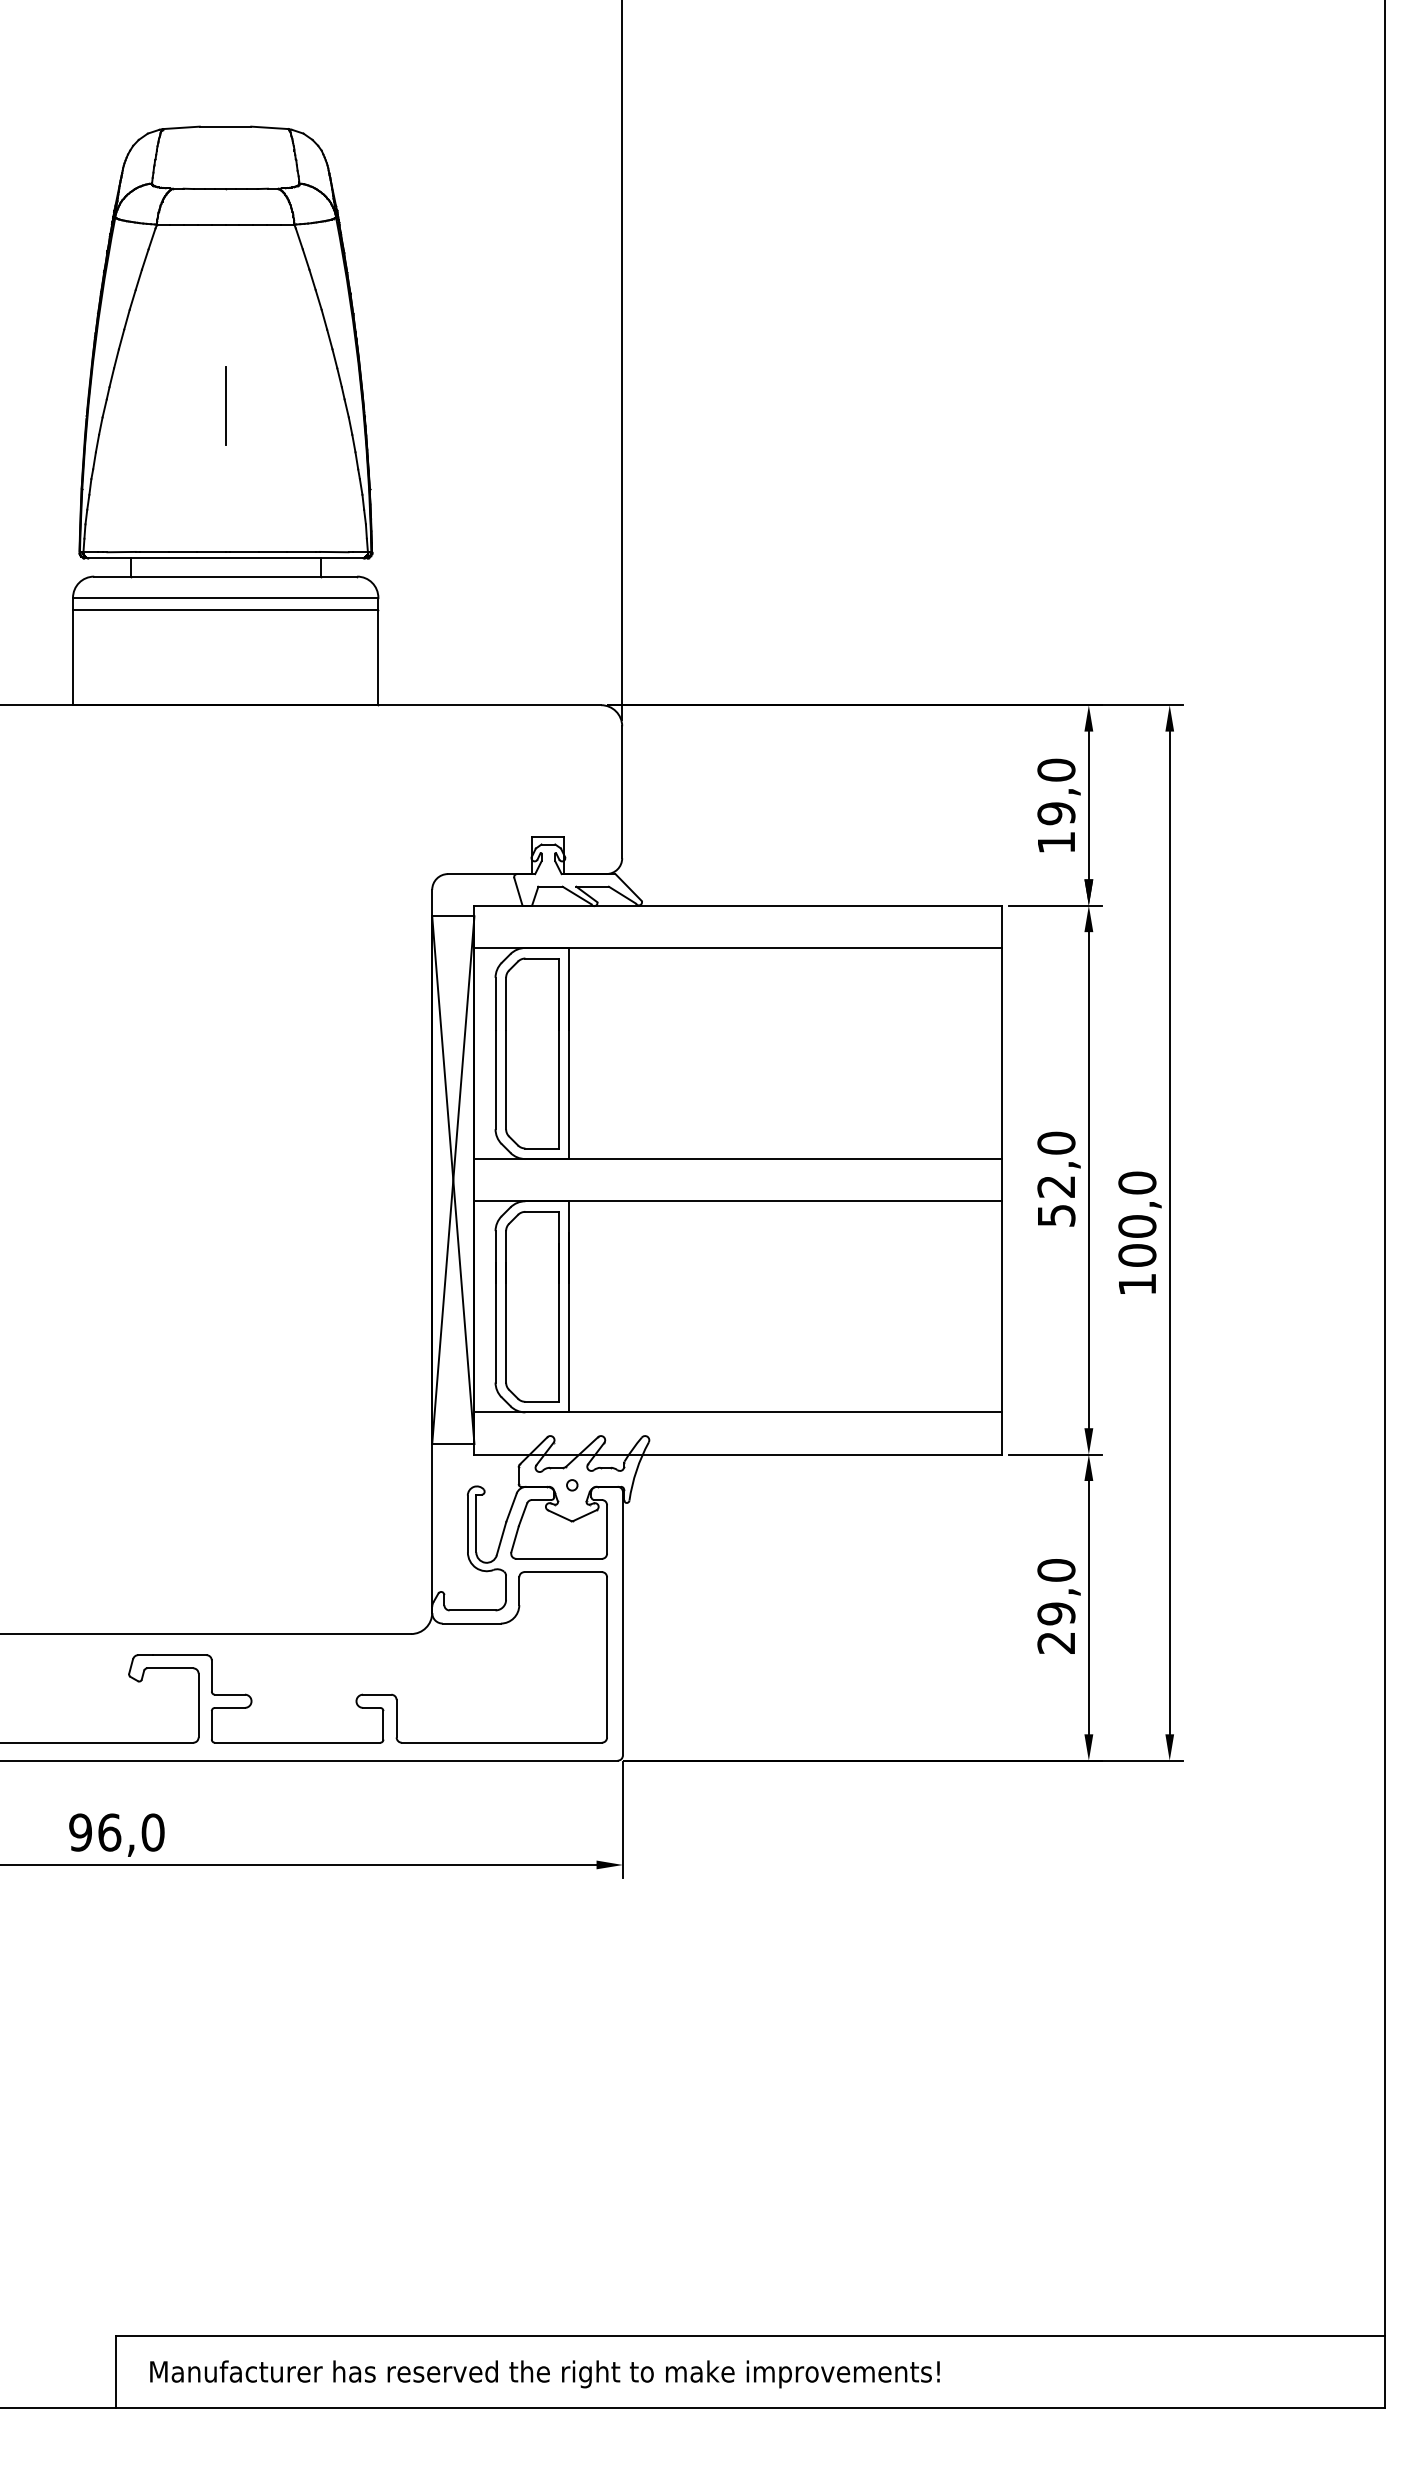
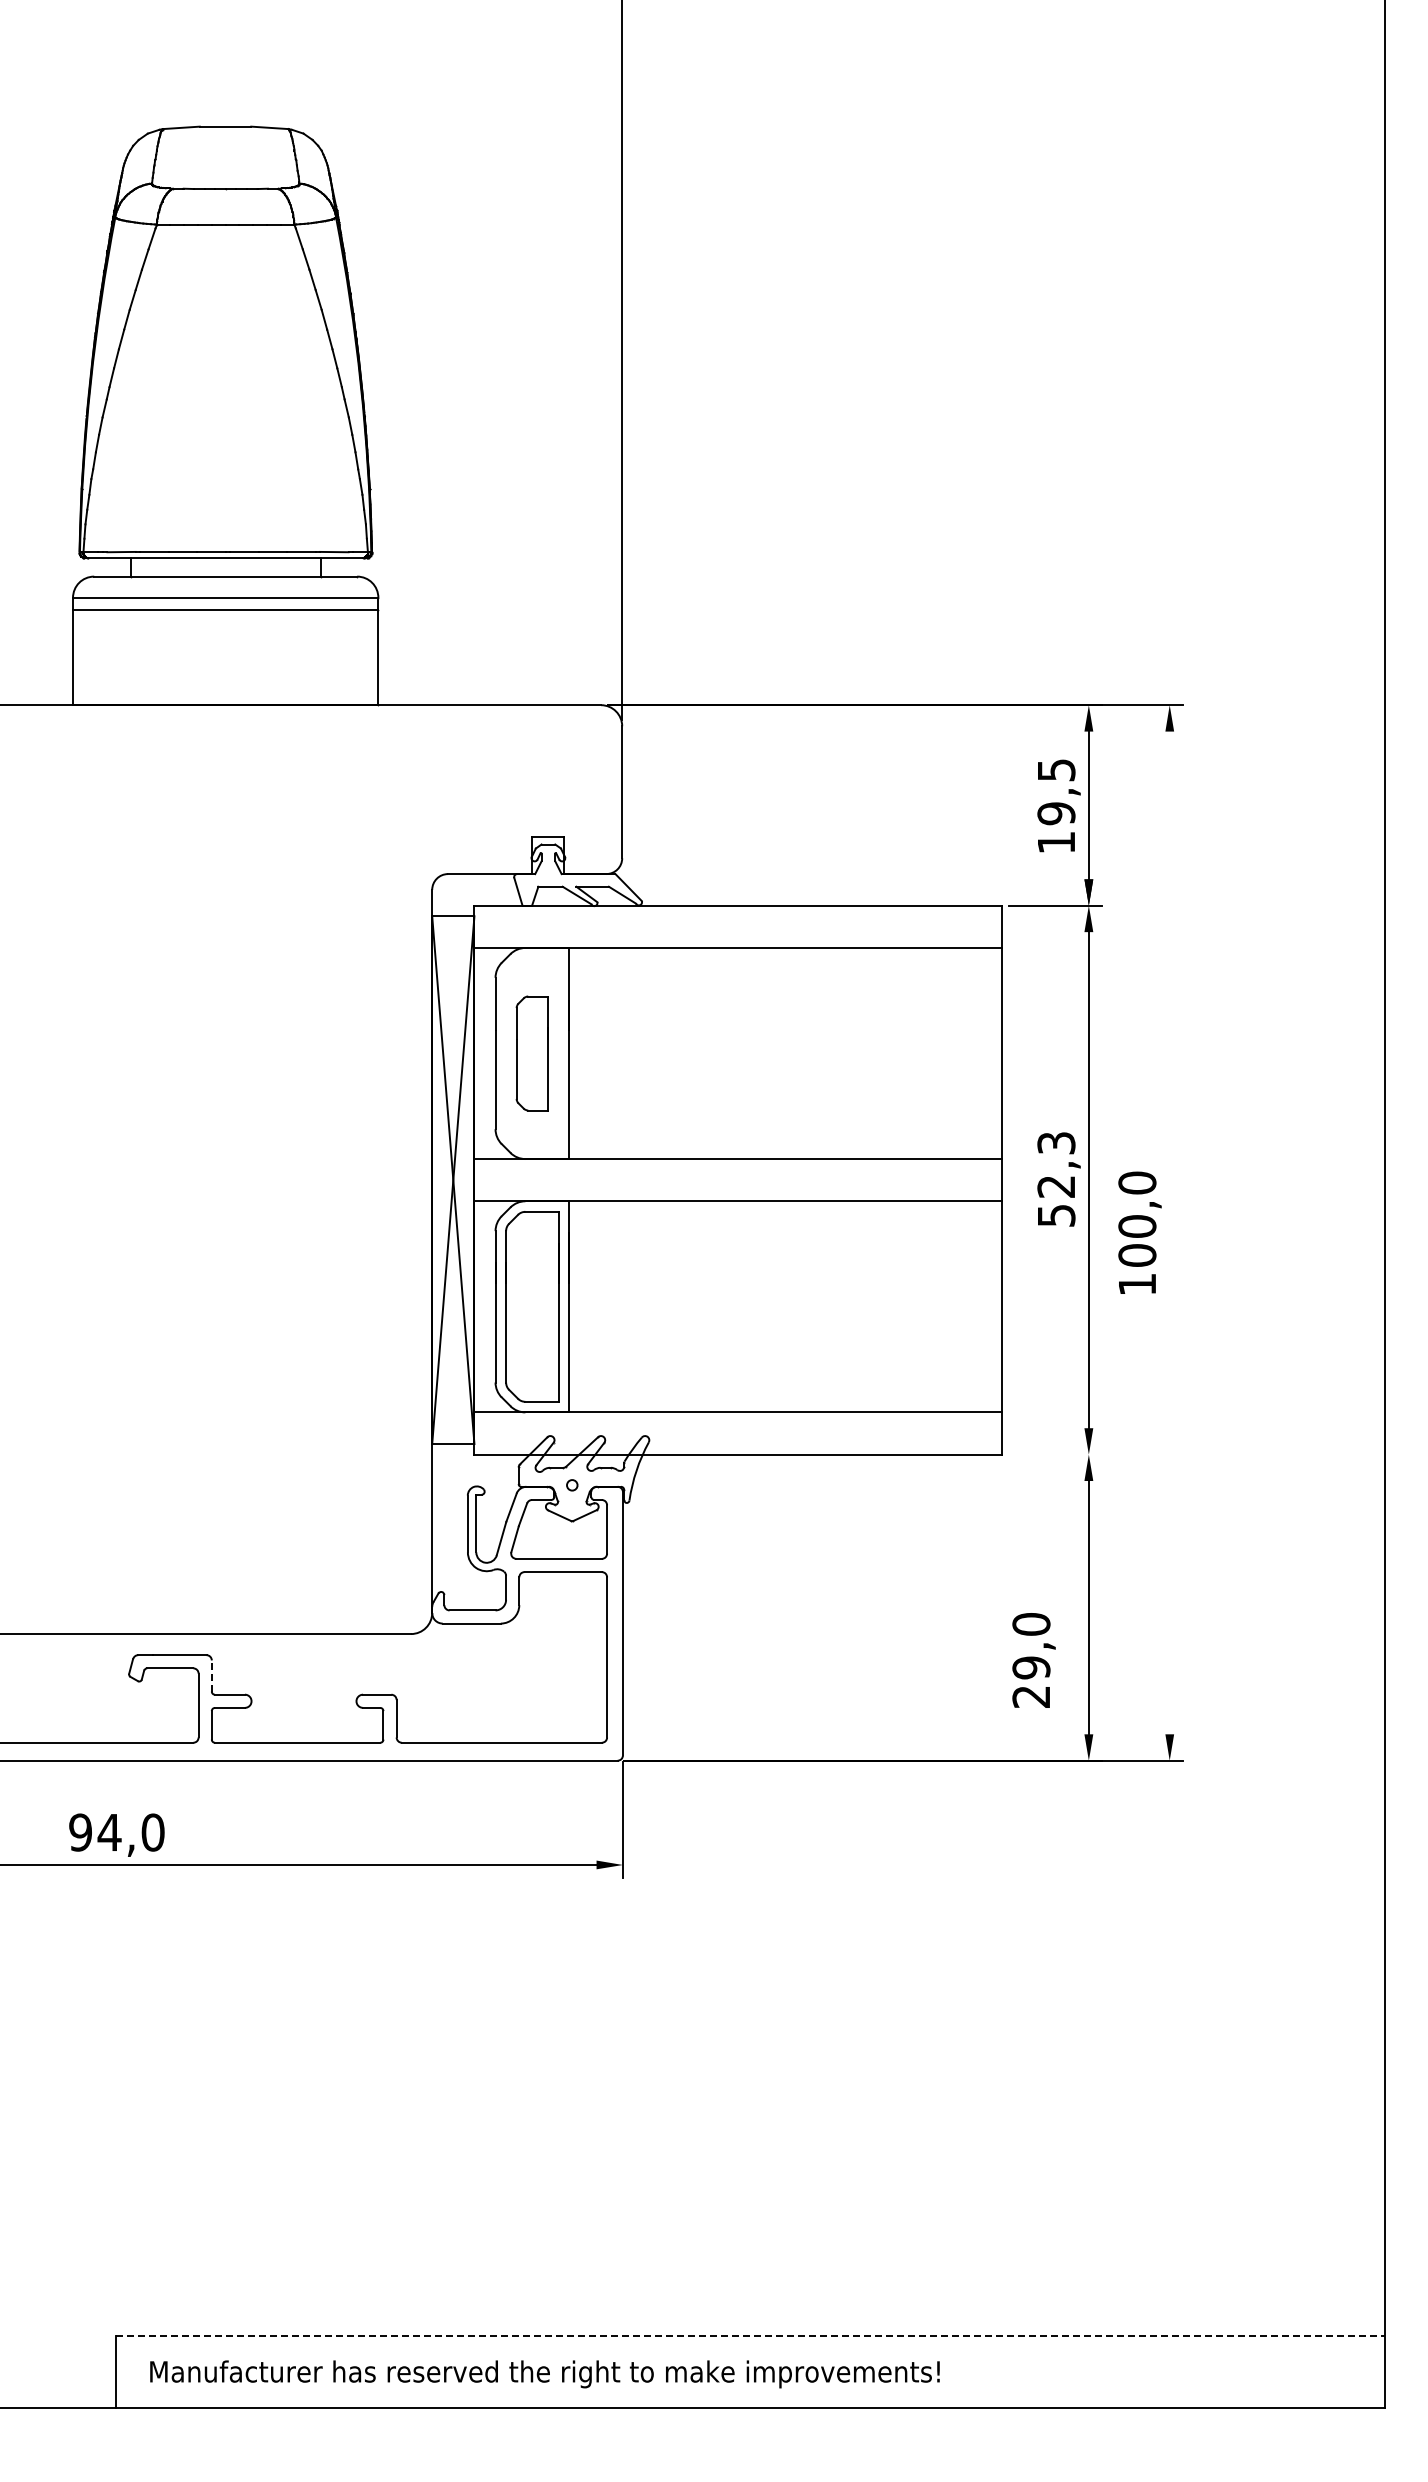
line at (225, 406): present -> none
text at (1056, 769): 19,0 -> 19,5
part at (532, 1053) size: 55x193 px -> 34x117 px
text at (1056, 1142): 52,0 -> 52,3
line at (1169, 1232): present -> none
line at (1055, 1454): present -> none
text at (1058, 1606) position: (1058, 1606) -> (1033, 1660)
line at (211, 1676): solid -> dashed
text at (109, 1832): 96,0 -> 94,0
line at (751, 2335): solid -> dashed
